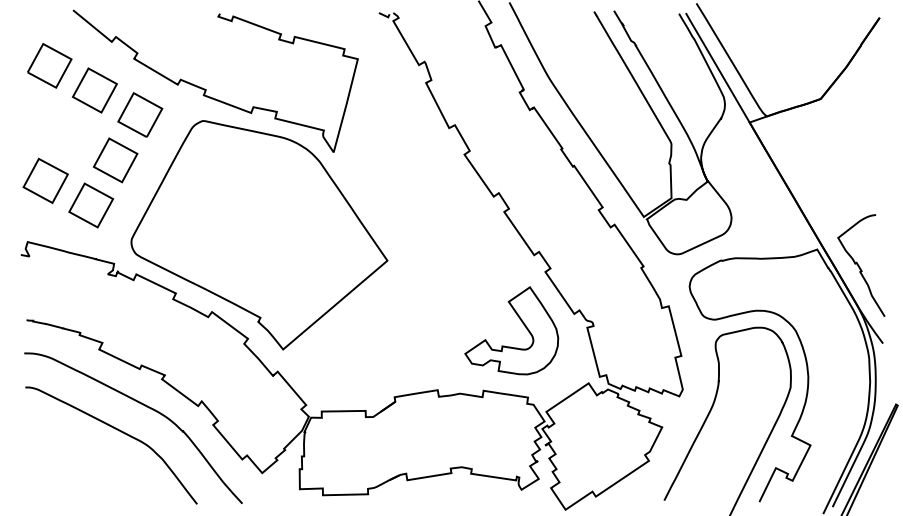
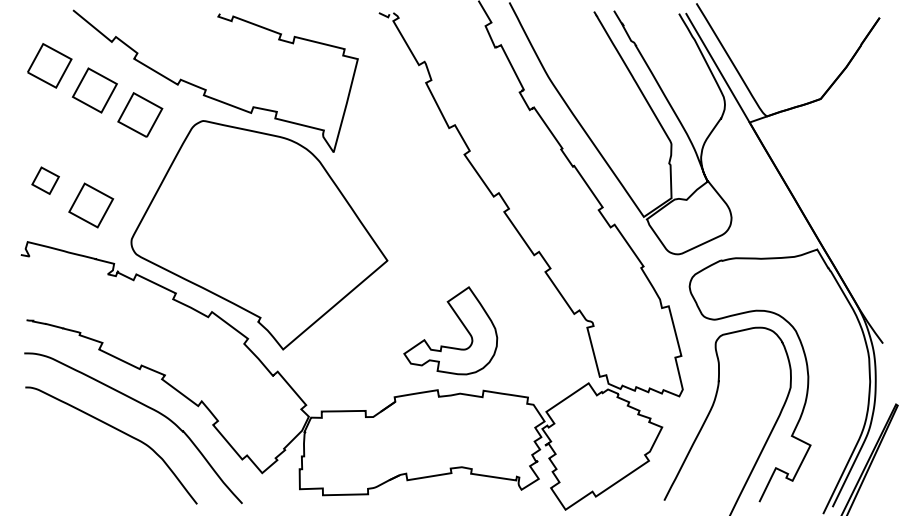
part at (115, 160): present -> none
part at (45, 180) size: 47x47 px -> 29x29 px
curve at (859, 265): present -> none
part at (521, 322) position: (521, 322) -> (460, 322)
